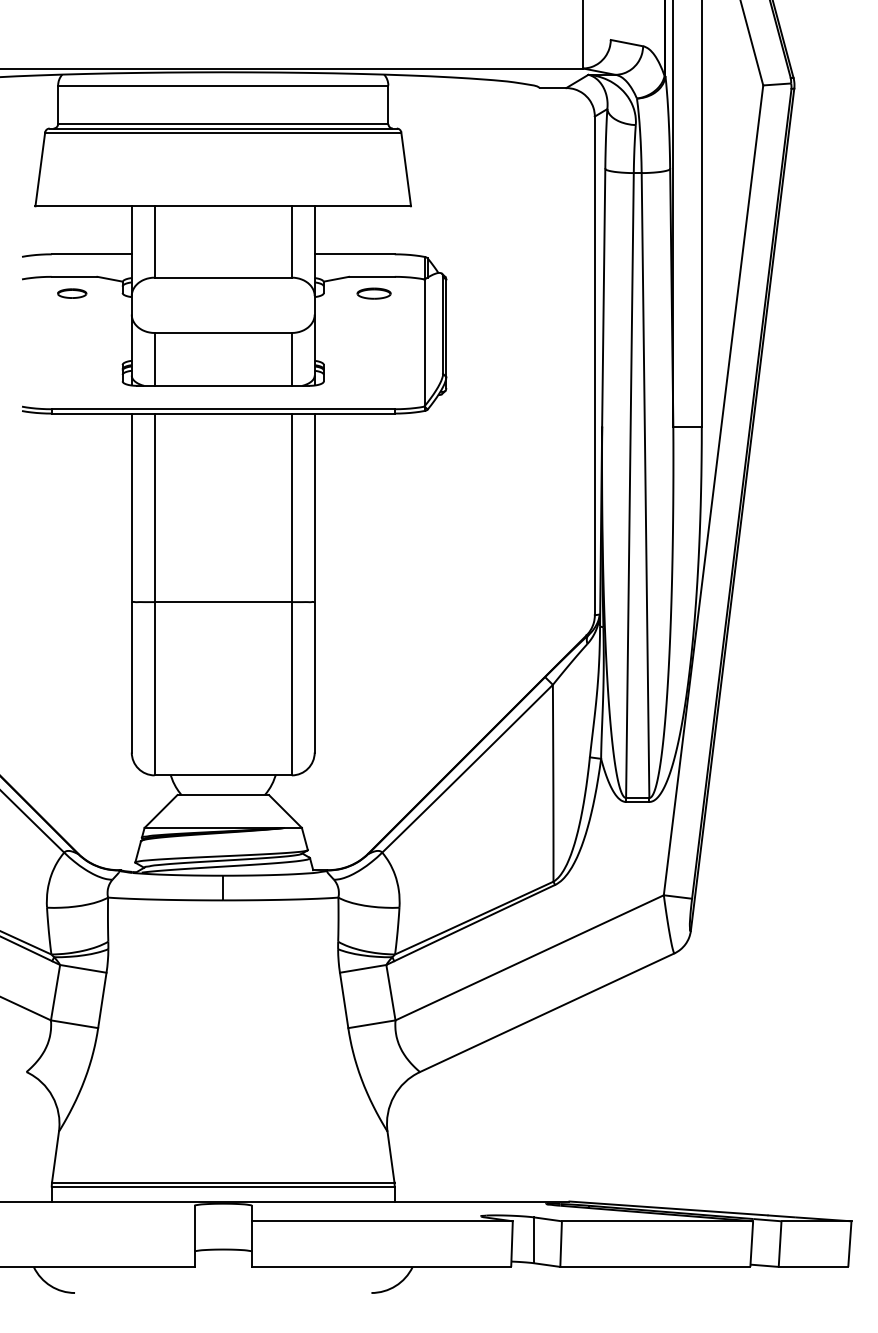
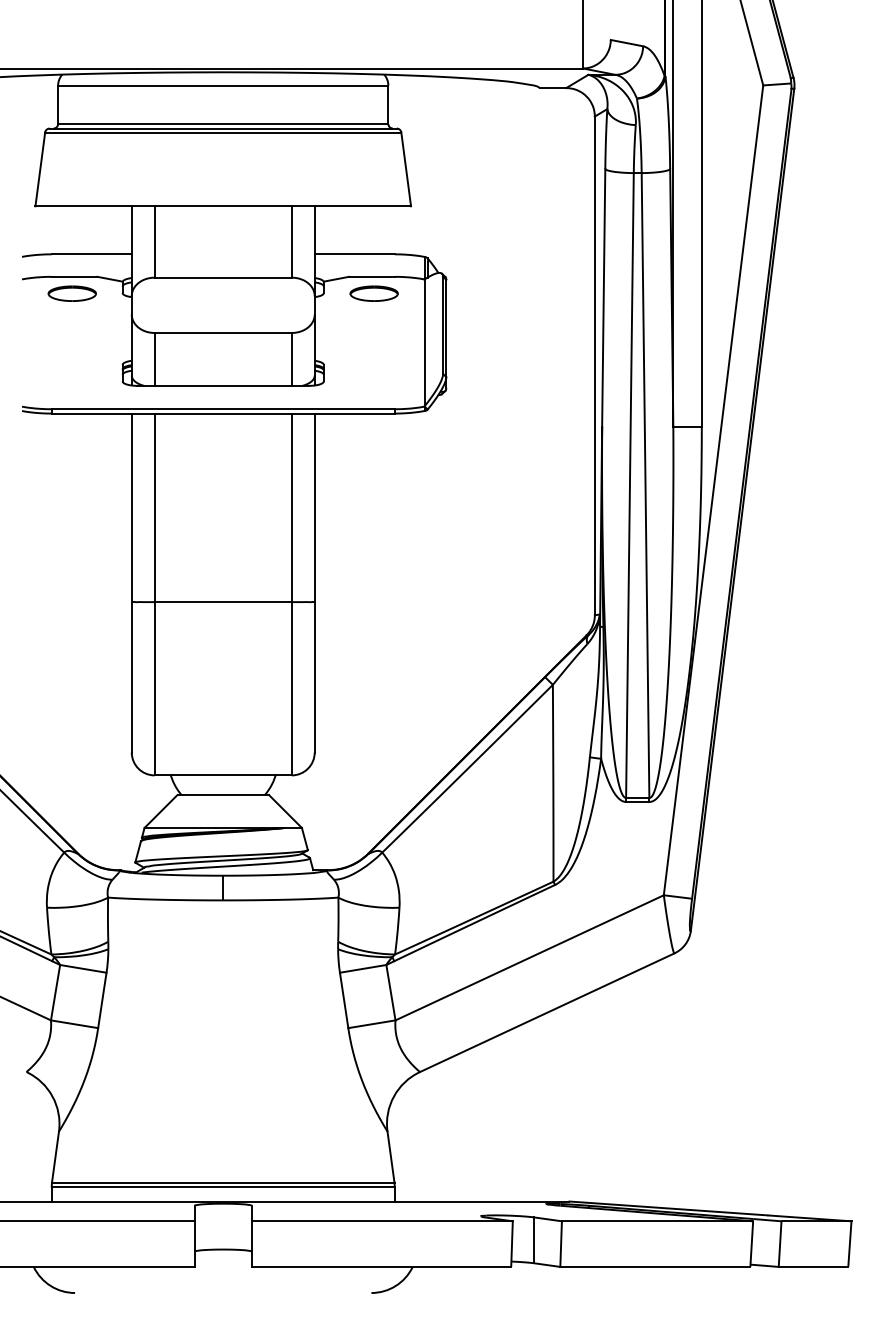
part at (72, 293) size: 31x11 px -> 50x17 px
part at (373, 293) size: 36x13 px -> 50x17 px
line at (98, 1221): none -> present
